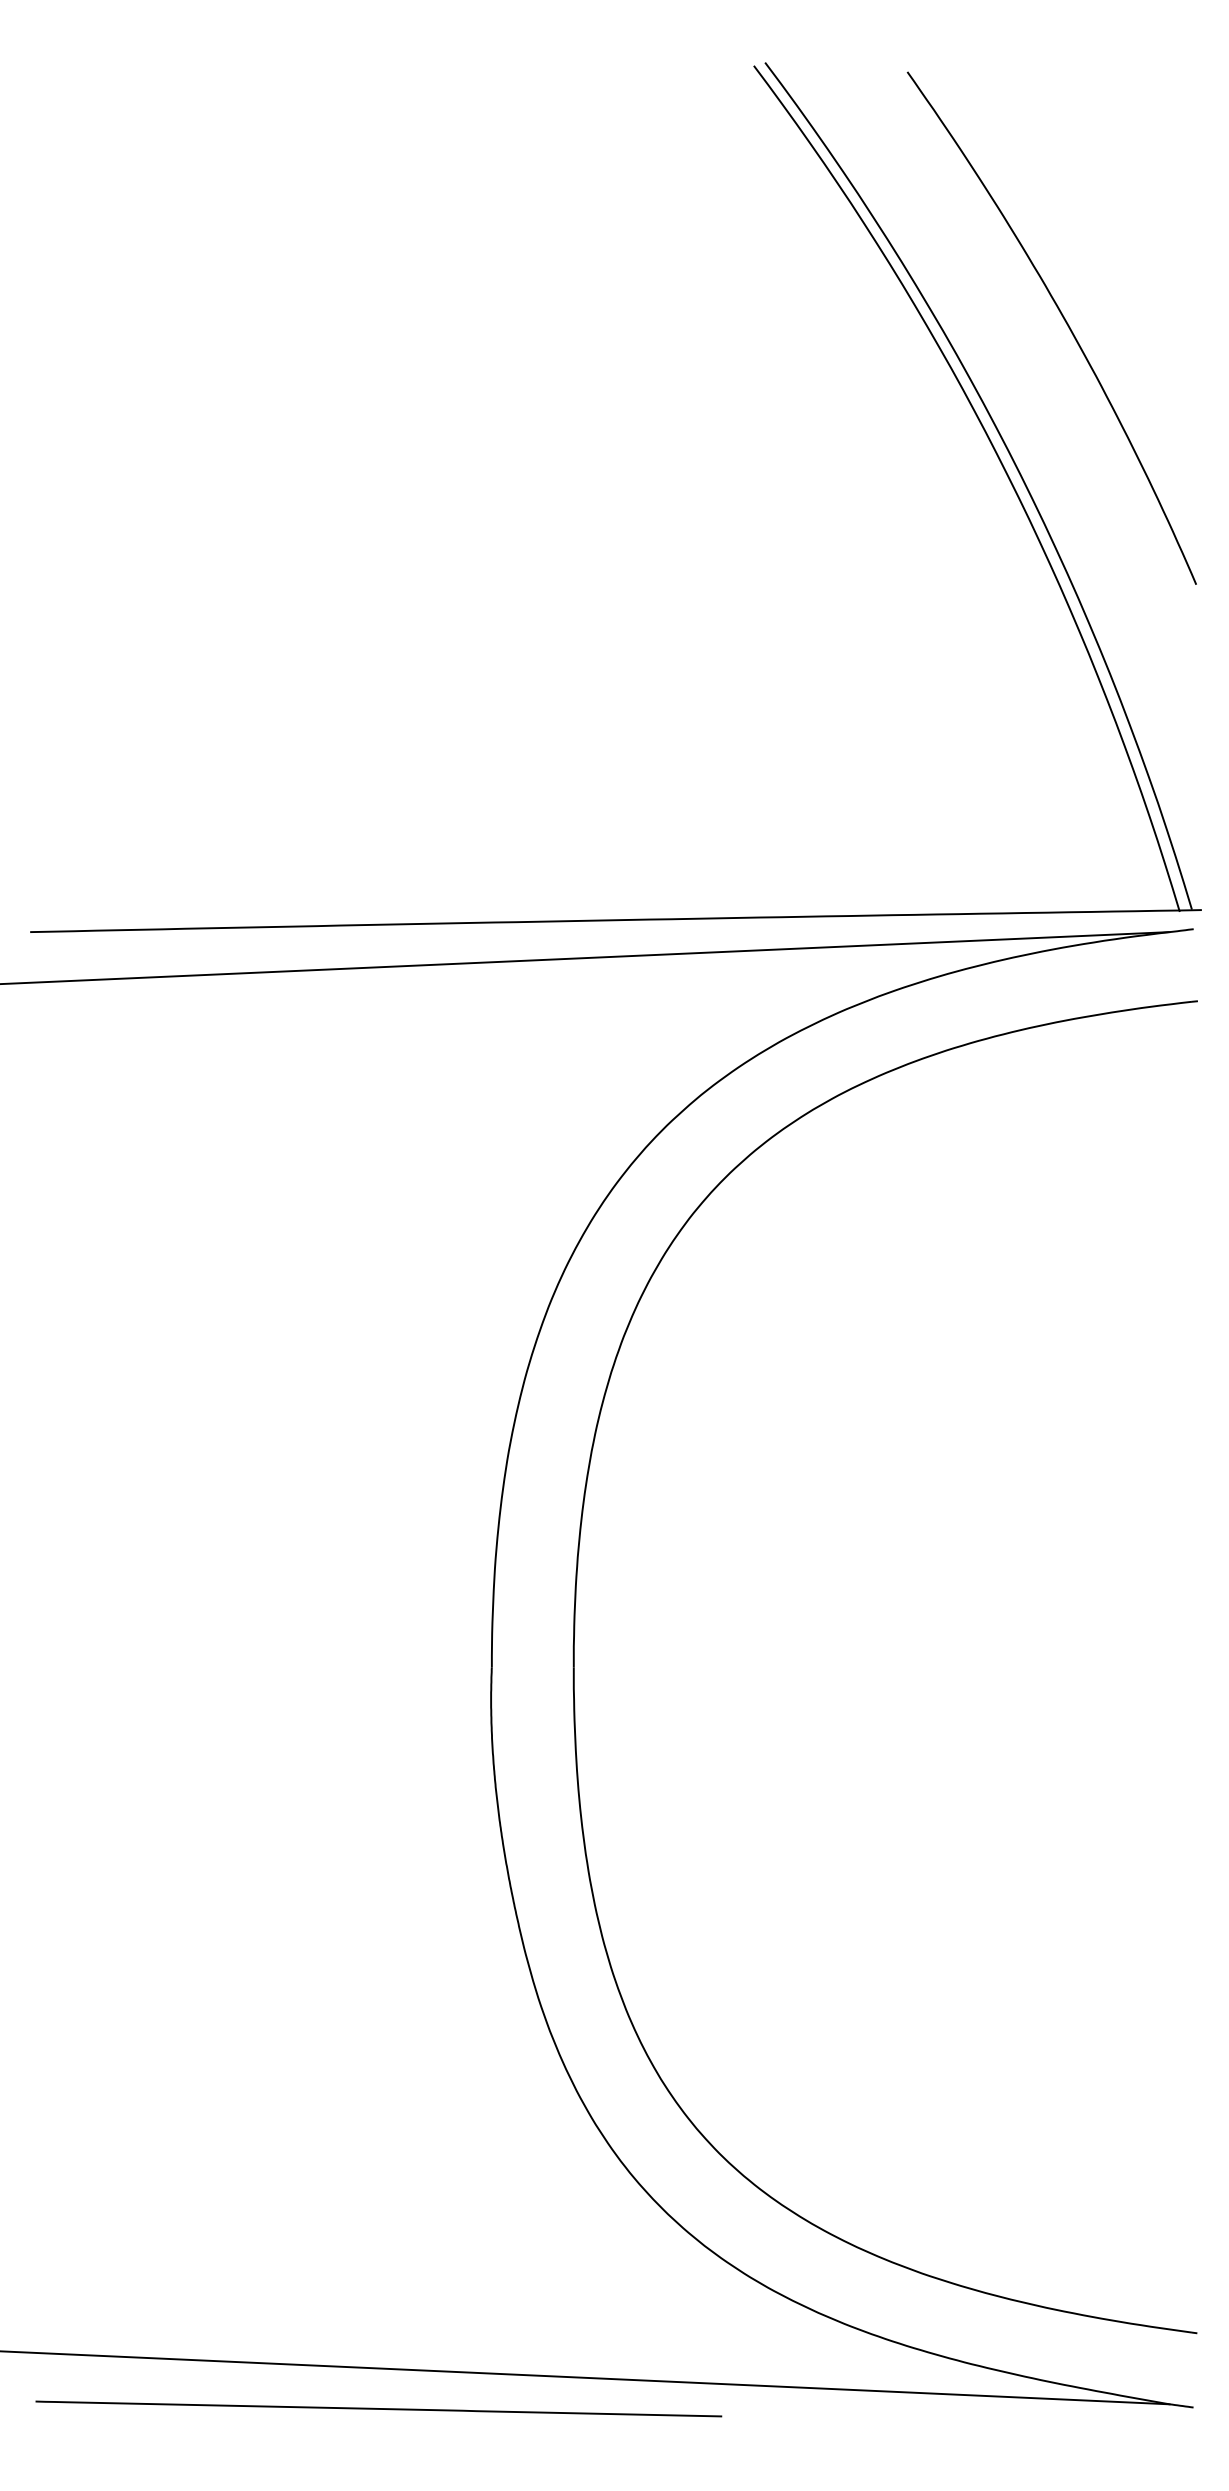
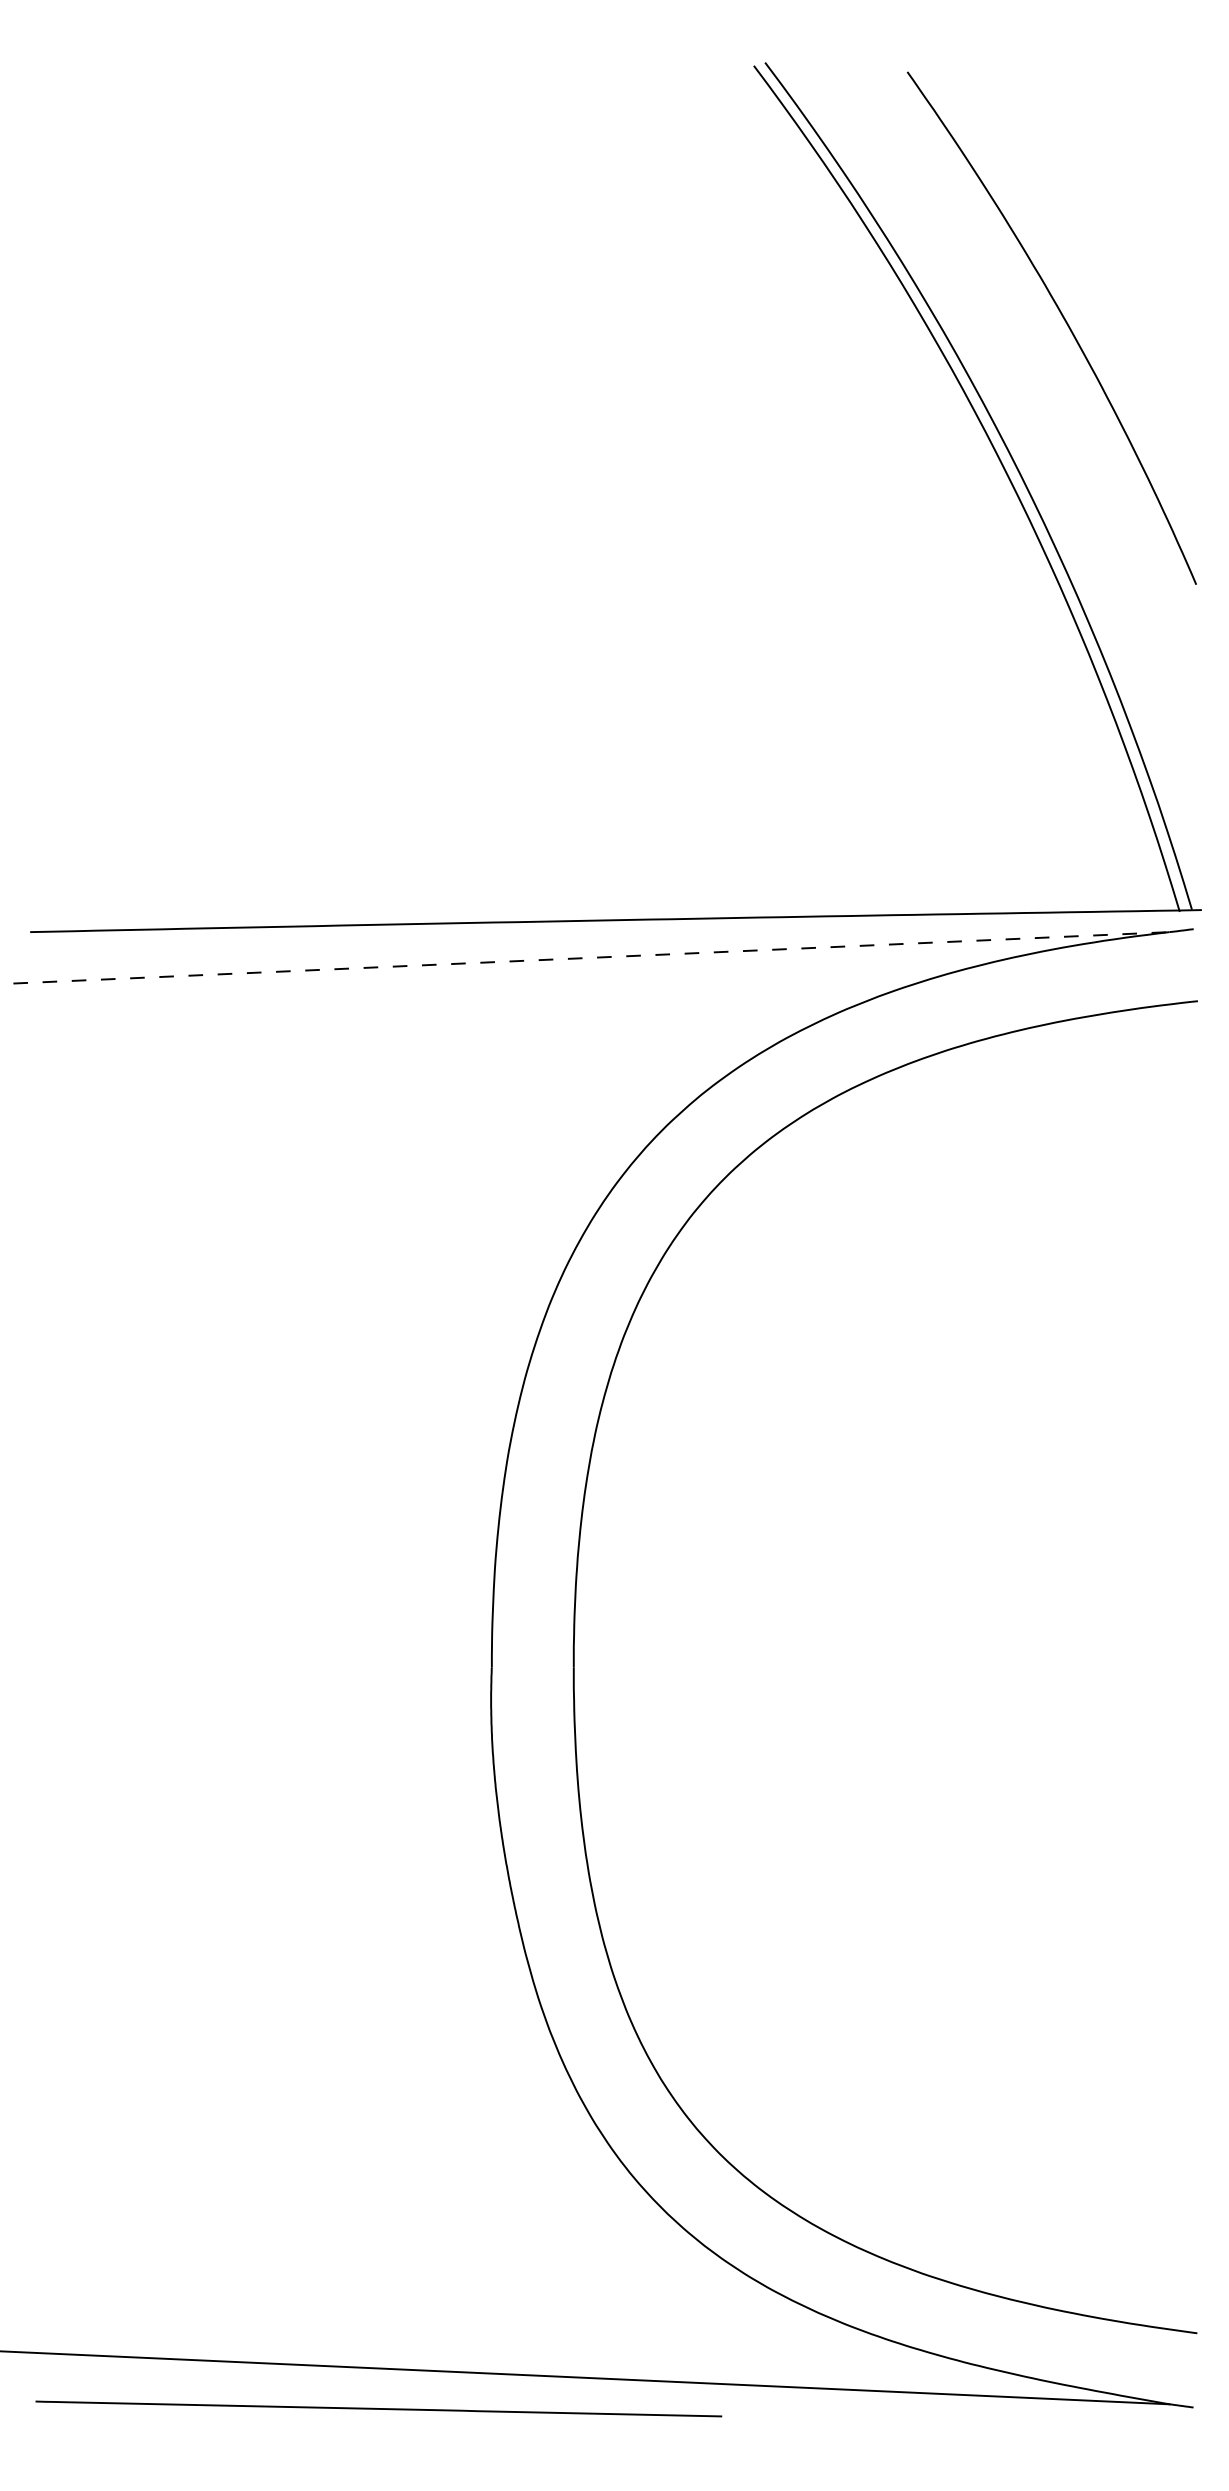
line at (585, 958): solid -> dashed
